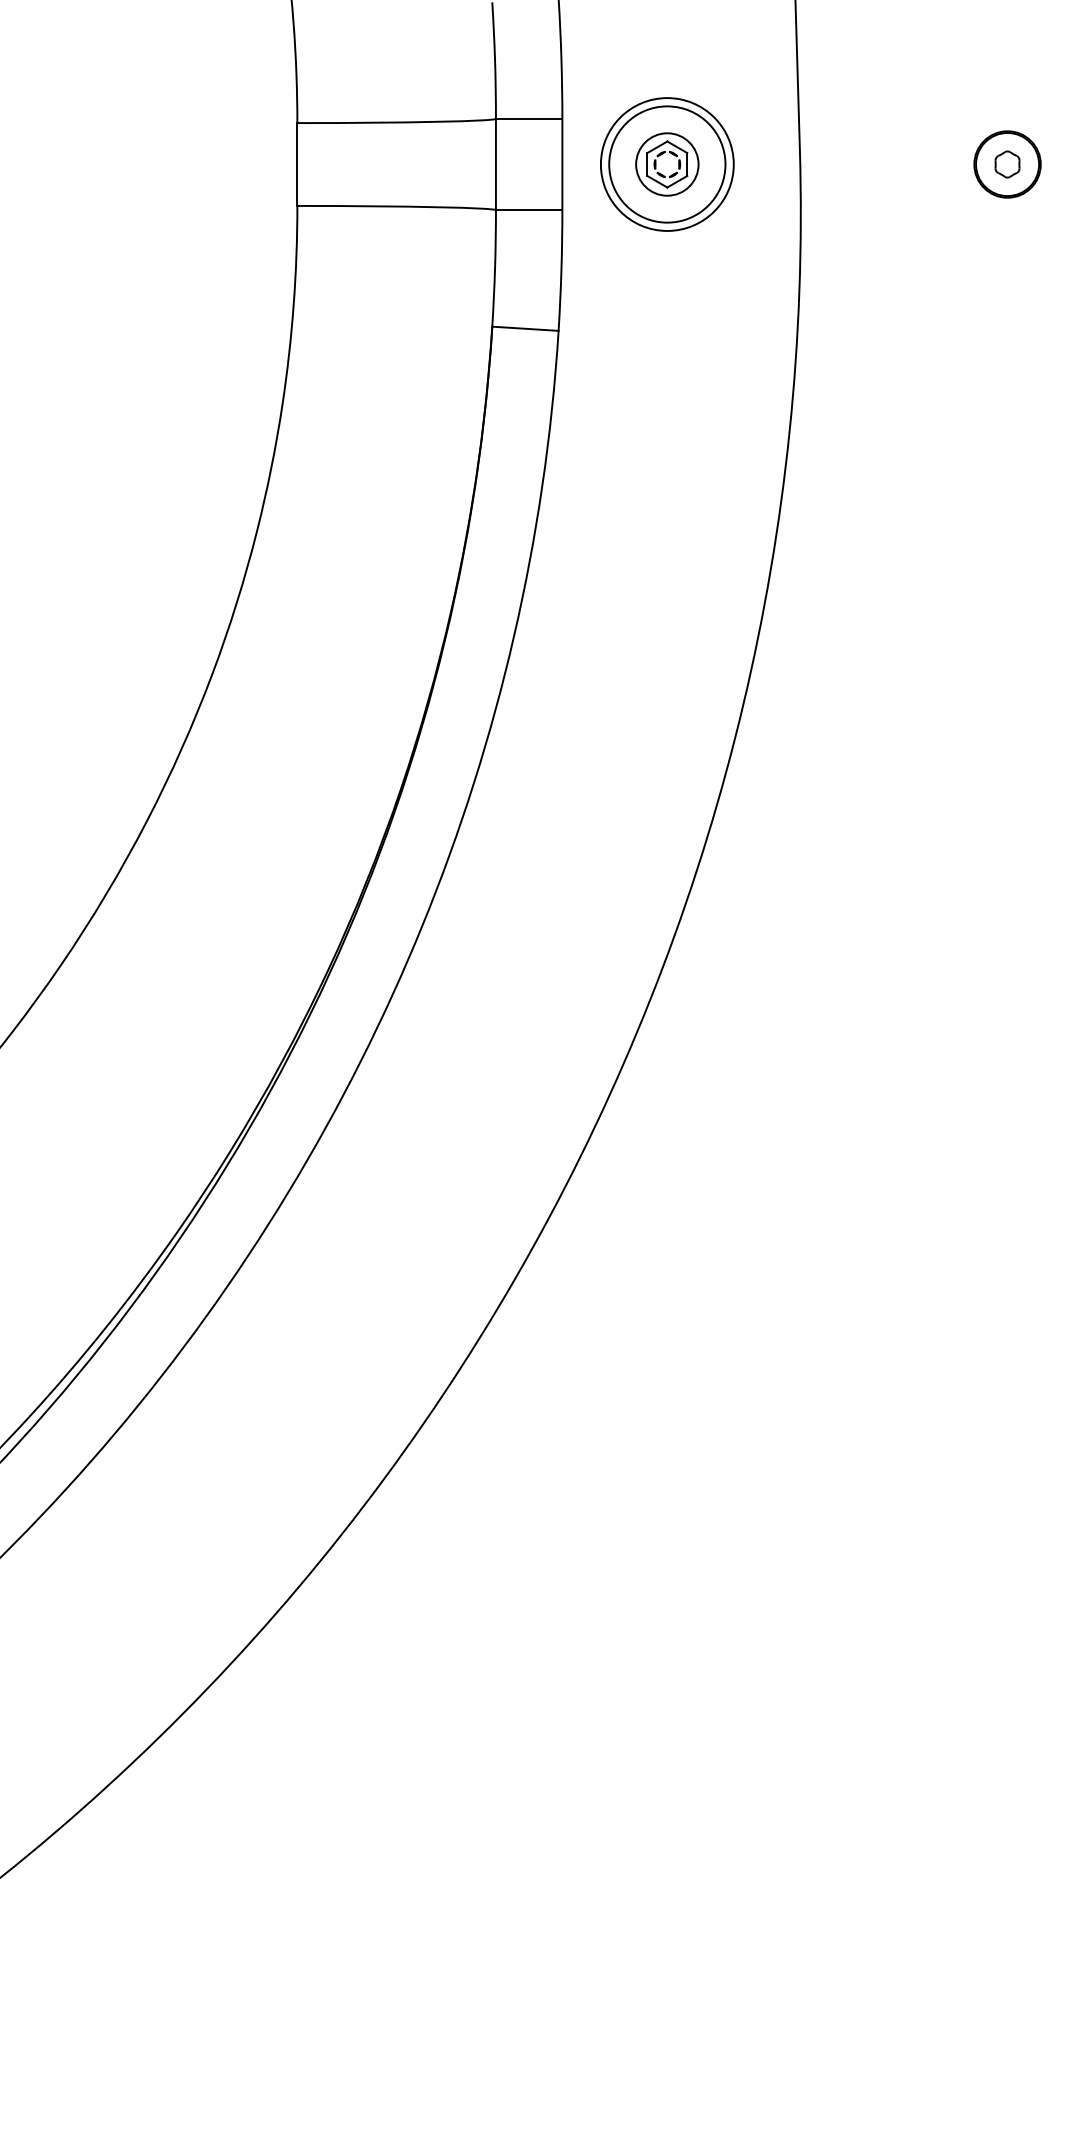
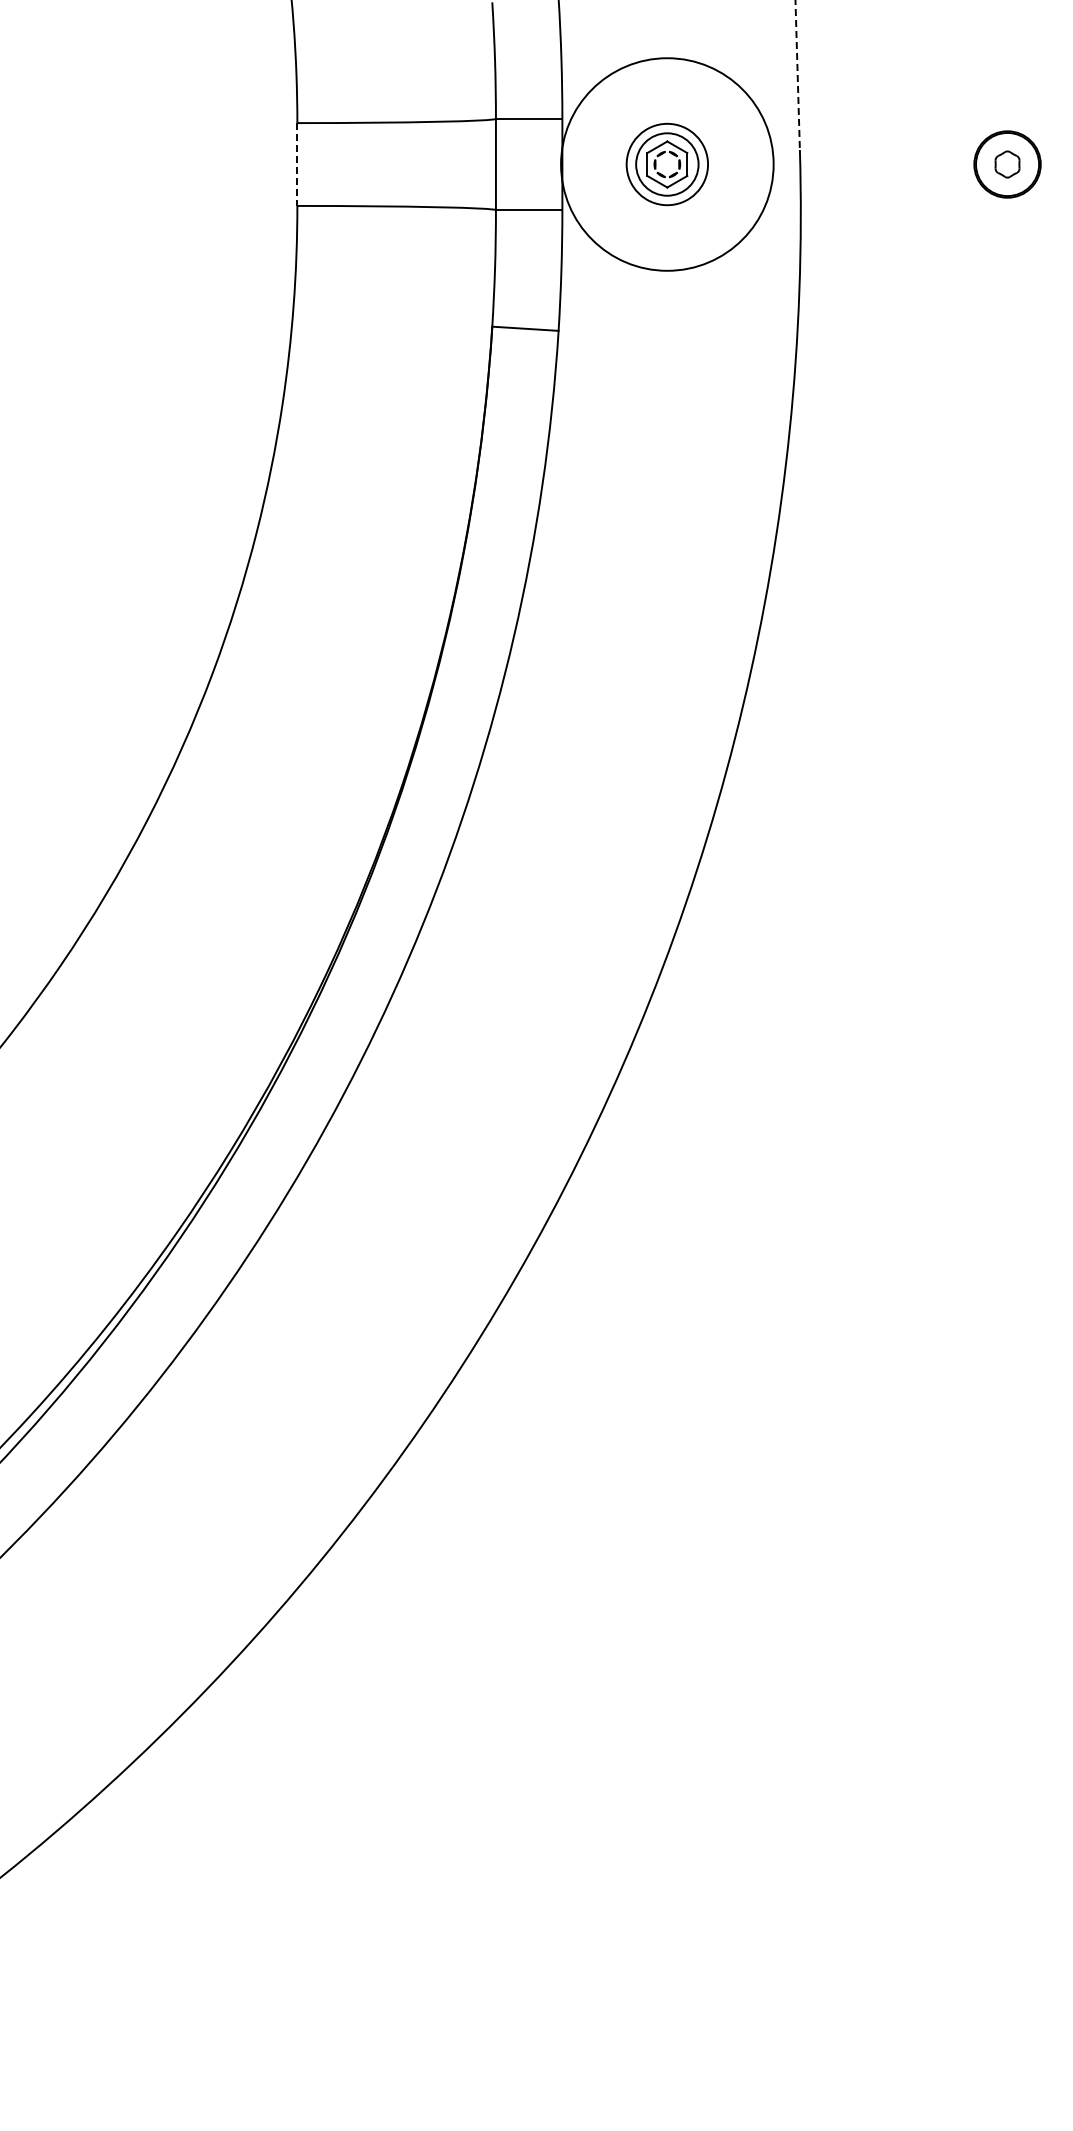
line at (797, 75): solid -> dashed
circle at (666, 164) diameter: 133 px -> 213 px
circle at (667, 164) diameter: 116 px -> 81 px
line at (297, 165): solid -> dashed
